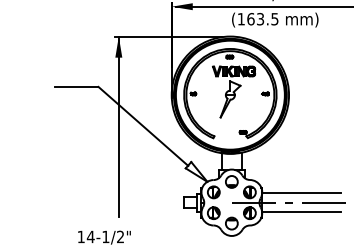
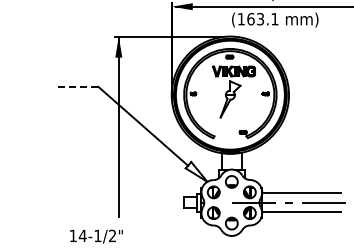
text at (274, 19): (163.5 -> (163.1
line at (76, 86): solid -> dashed
text at (104, 237) position: (104, 237) -> (96, 236)
